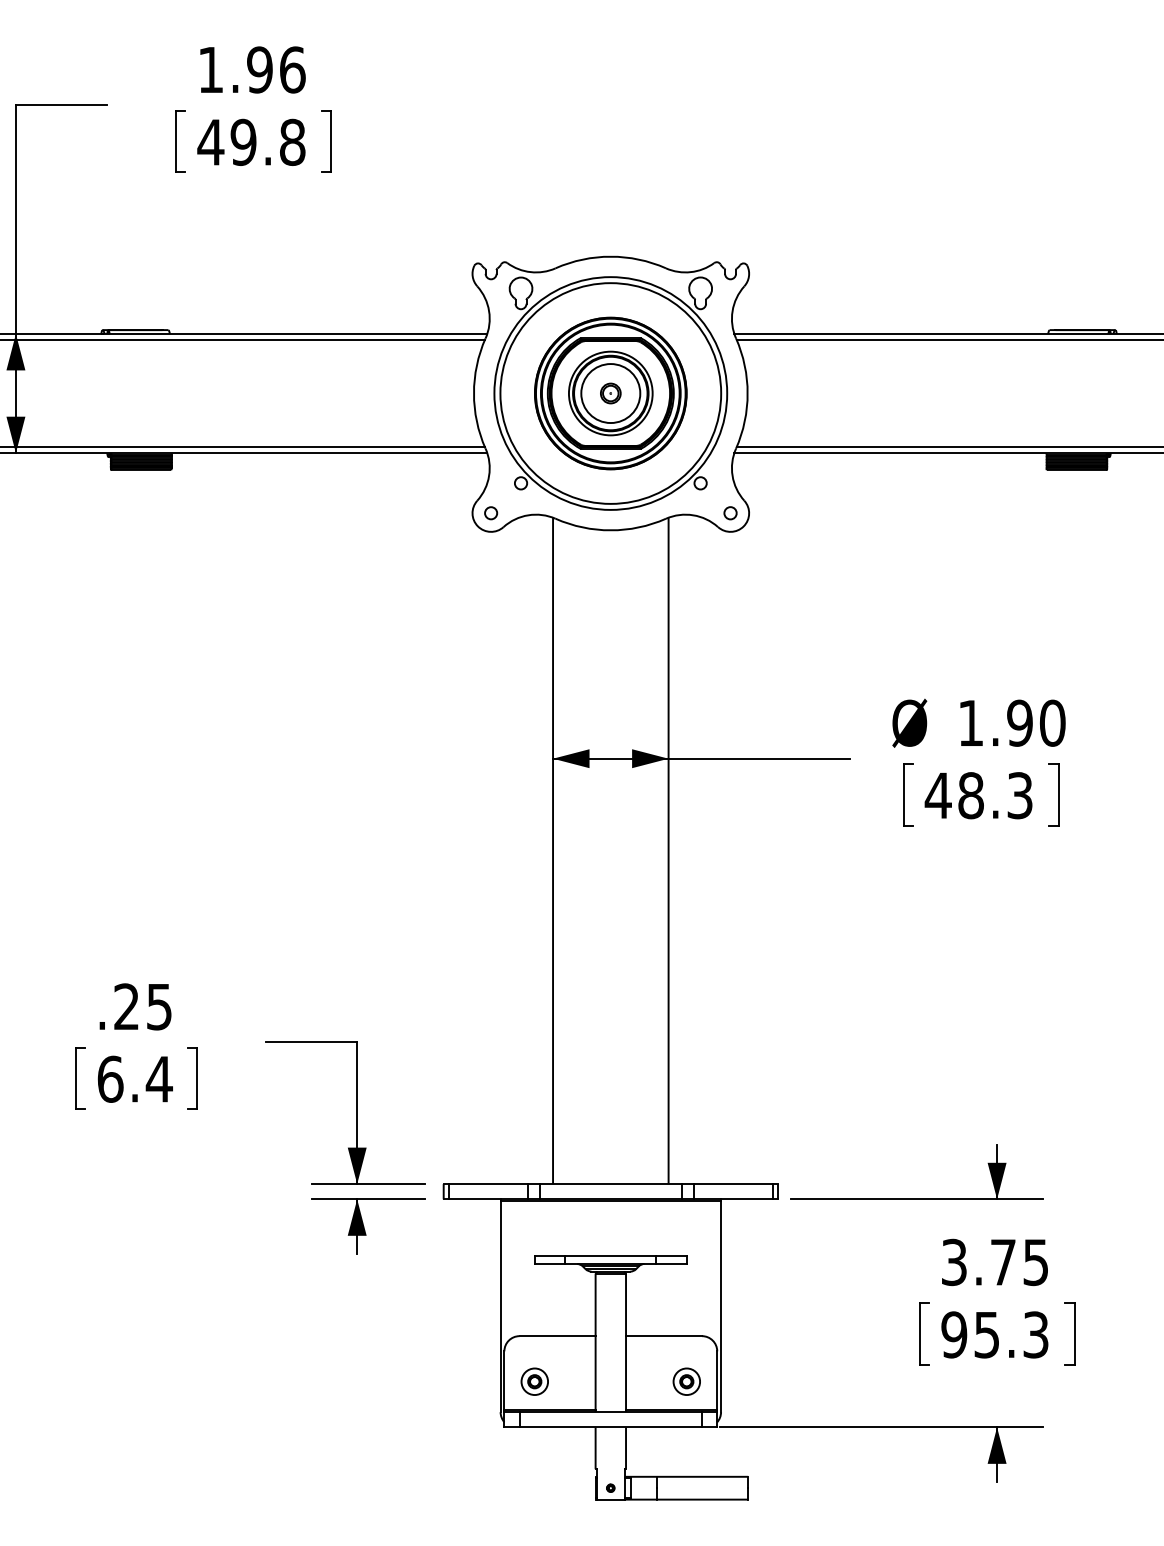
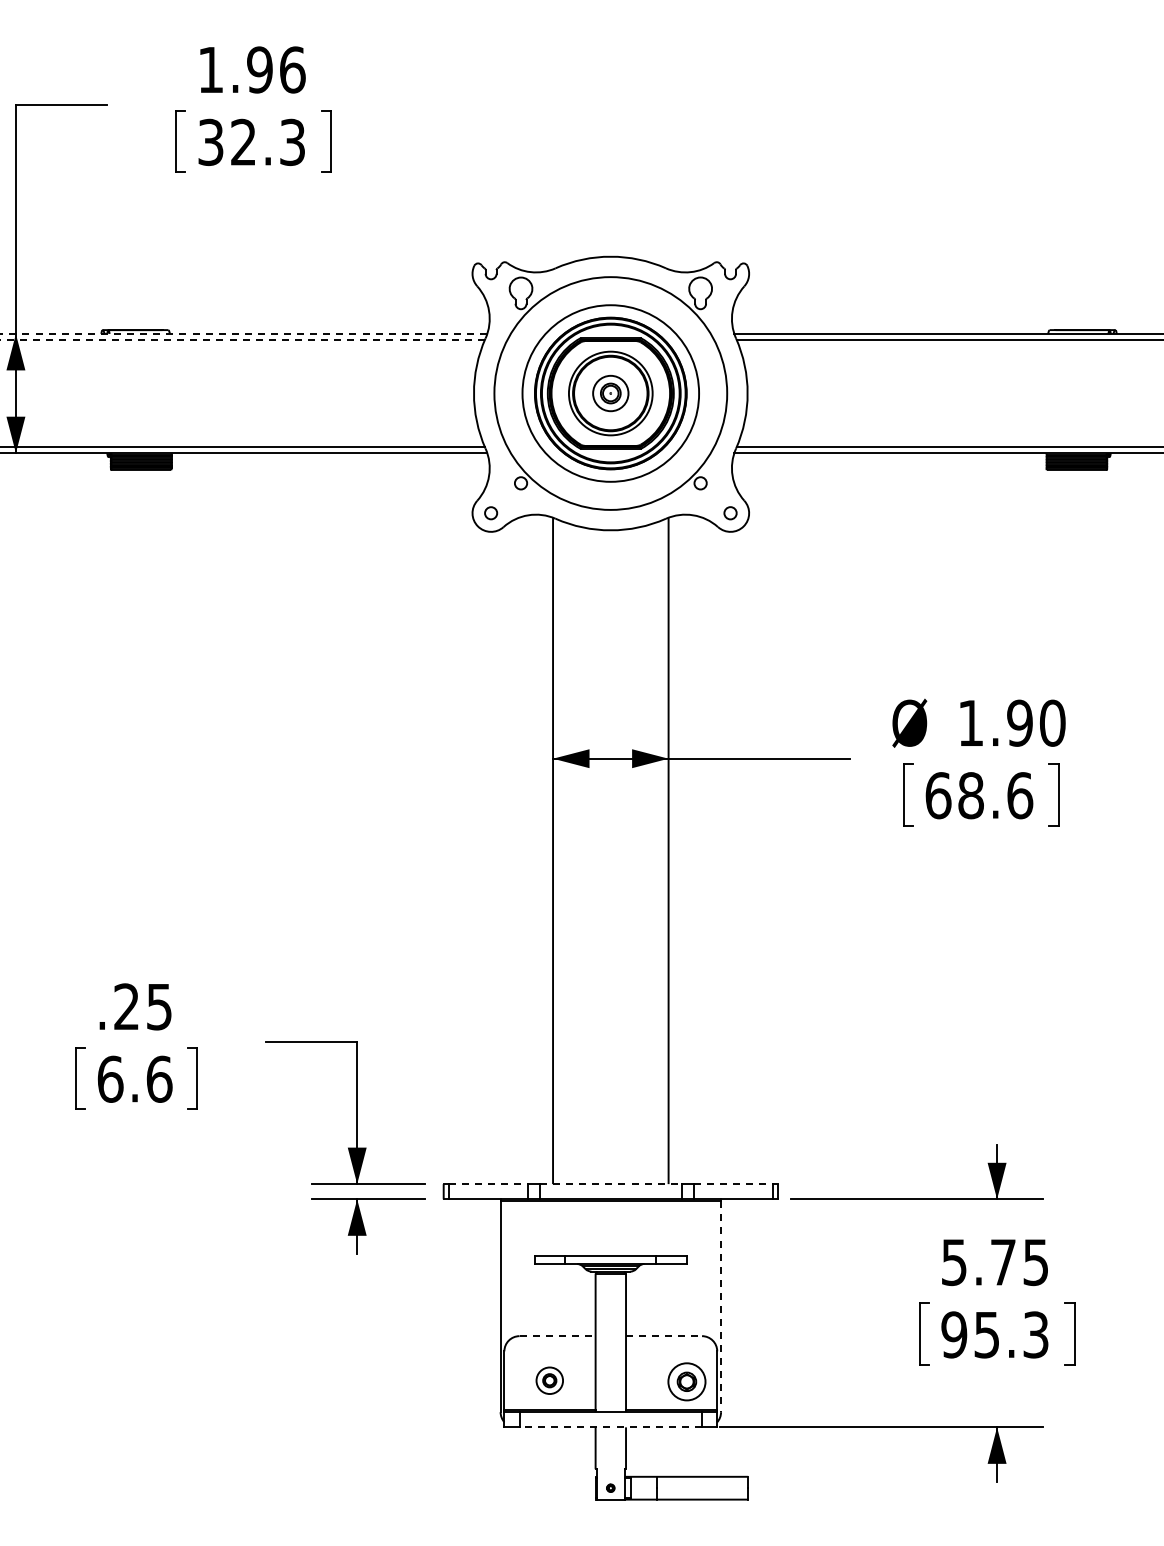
text at (251, 142): 49.8 -> 32.3
line at (243, 333): solid -> dashed
line at (242, 339): solid -> dashed
circle at (610, 393) diameter: 221 px -> 177 px
circle at (610, 393) diameter: 59 px -> 35 px
text at (978, 795): 48.3 -> 68.6
text at (158, 1078): 6.4 -> 6.6
line at (488, 1184): solid -> dashed
line at (610, 1184): solid -> dashed
line at (733, 1184): solid -> dashed
text at (954, 1261): 3.75 -> 5.75
line at (721, 1307): solid -> dashed
line at (558, 1336): solid -> dashed
line at (664, 1336): solid -> dashed
part at (534, 1381) position: (534, 1381) -> (549, 1380)
part at (686, 1381) size: 29x29 px -> 40x40 px
line at (610, 1427): solid -> dashed
